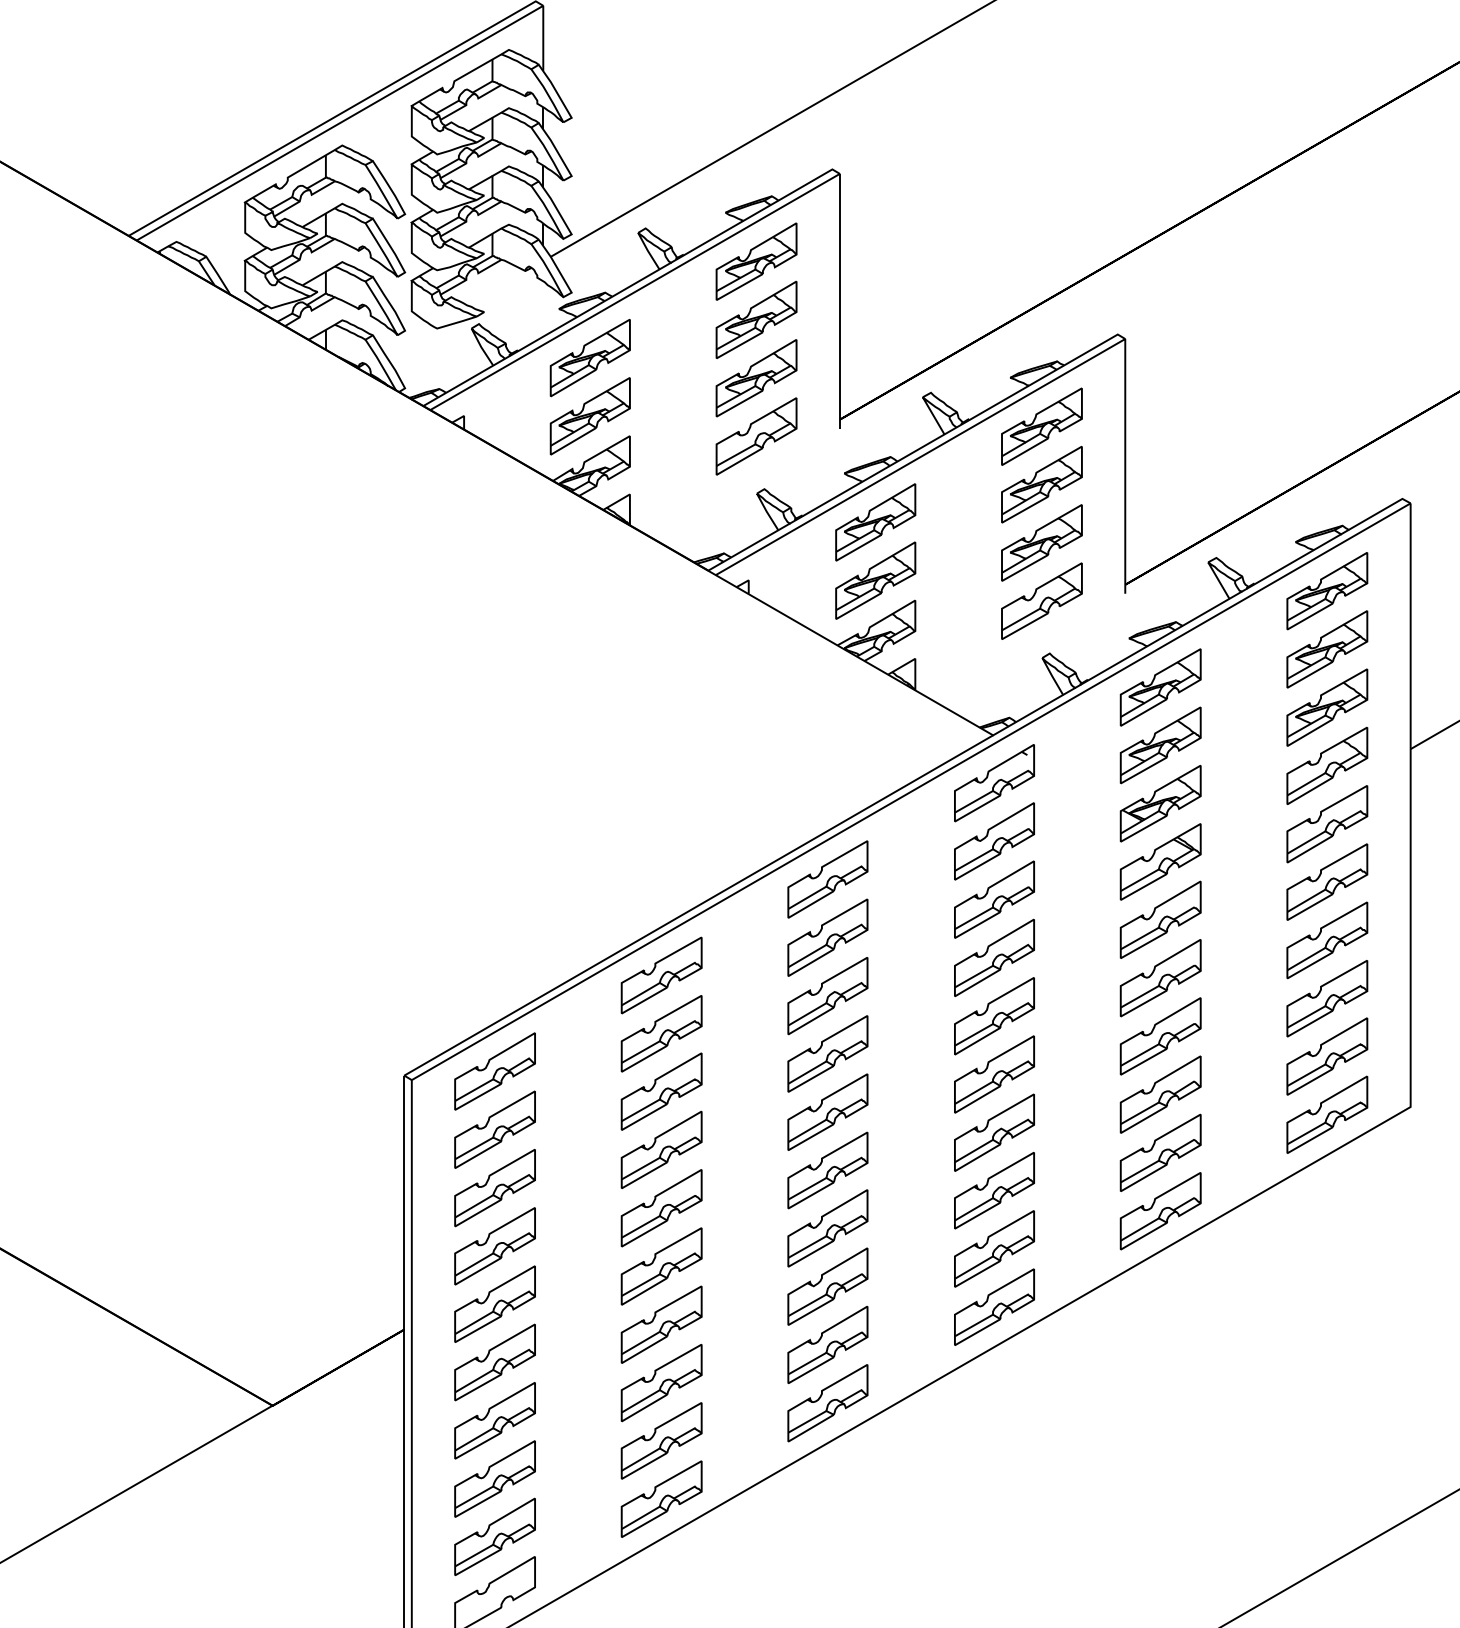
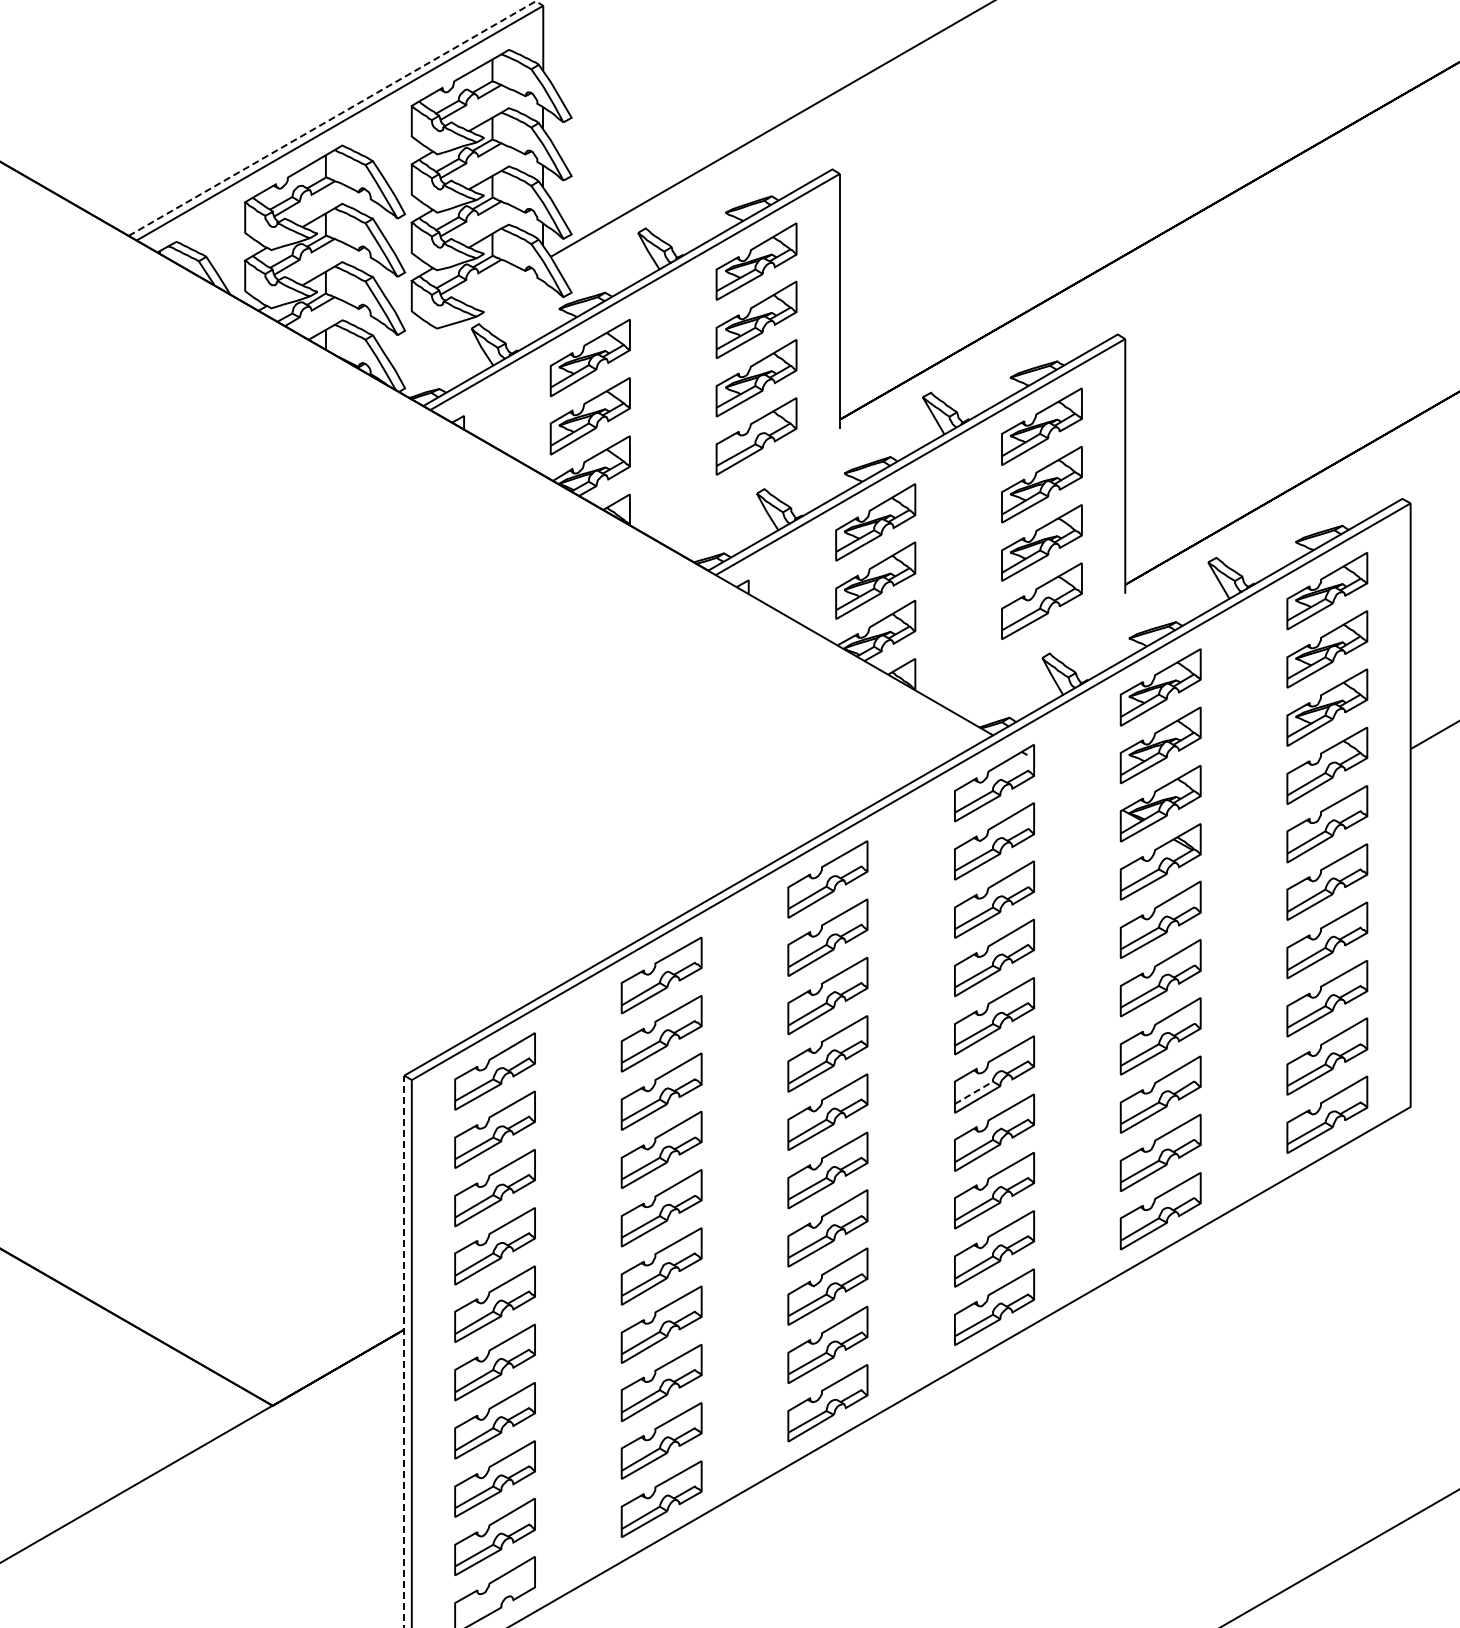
line at (336, 116): solid -> dashed
line at (974, 1092): solid -> dashed
line at (404, 1351): solid -> dashed
